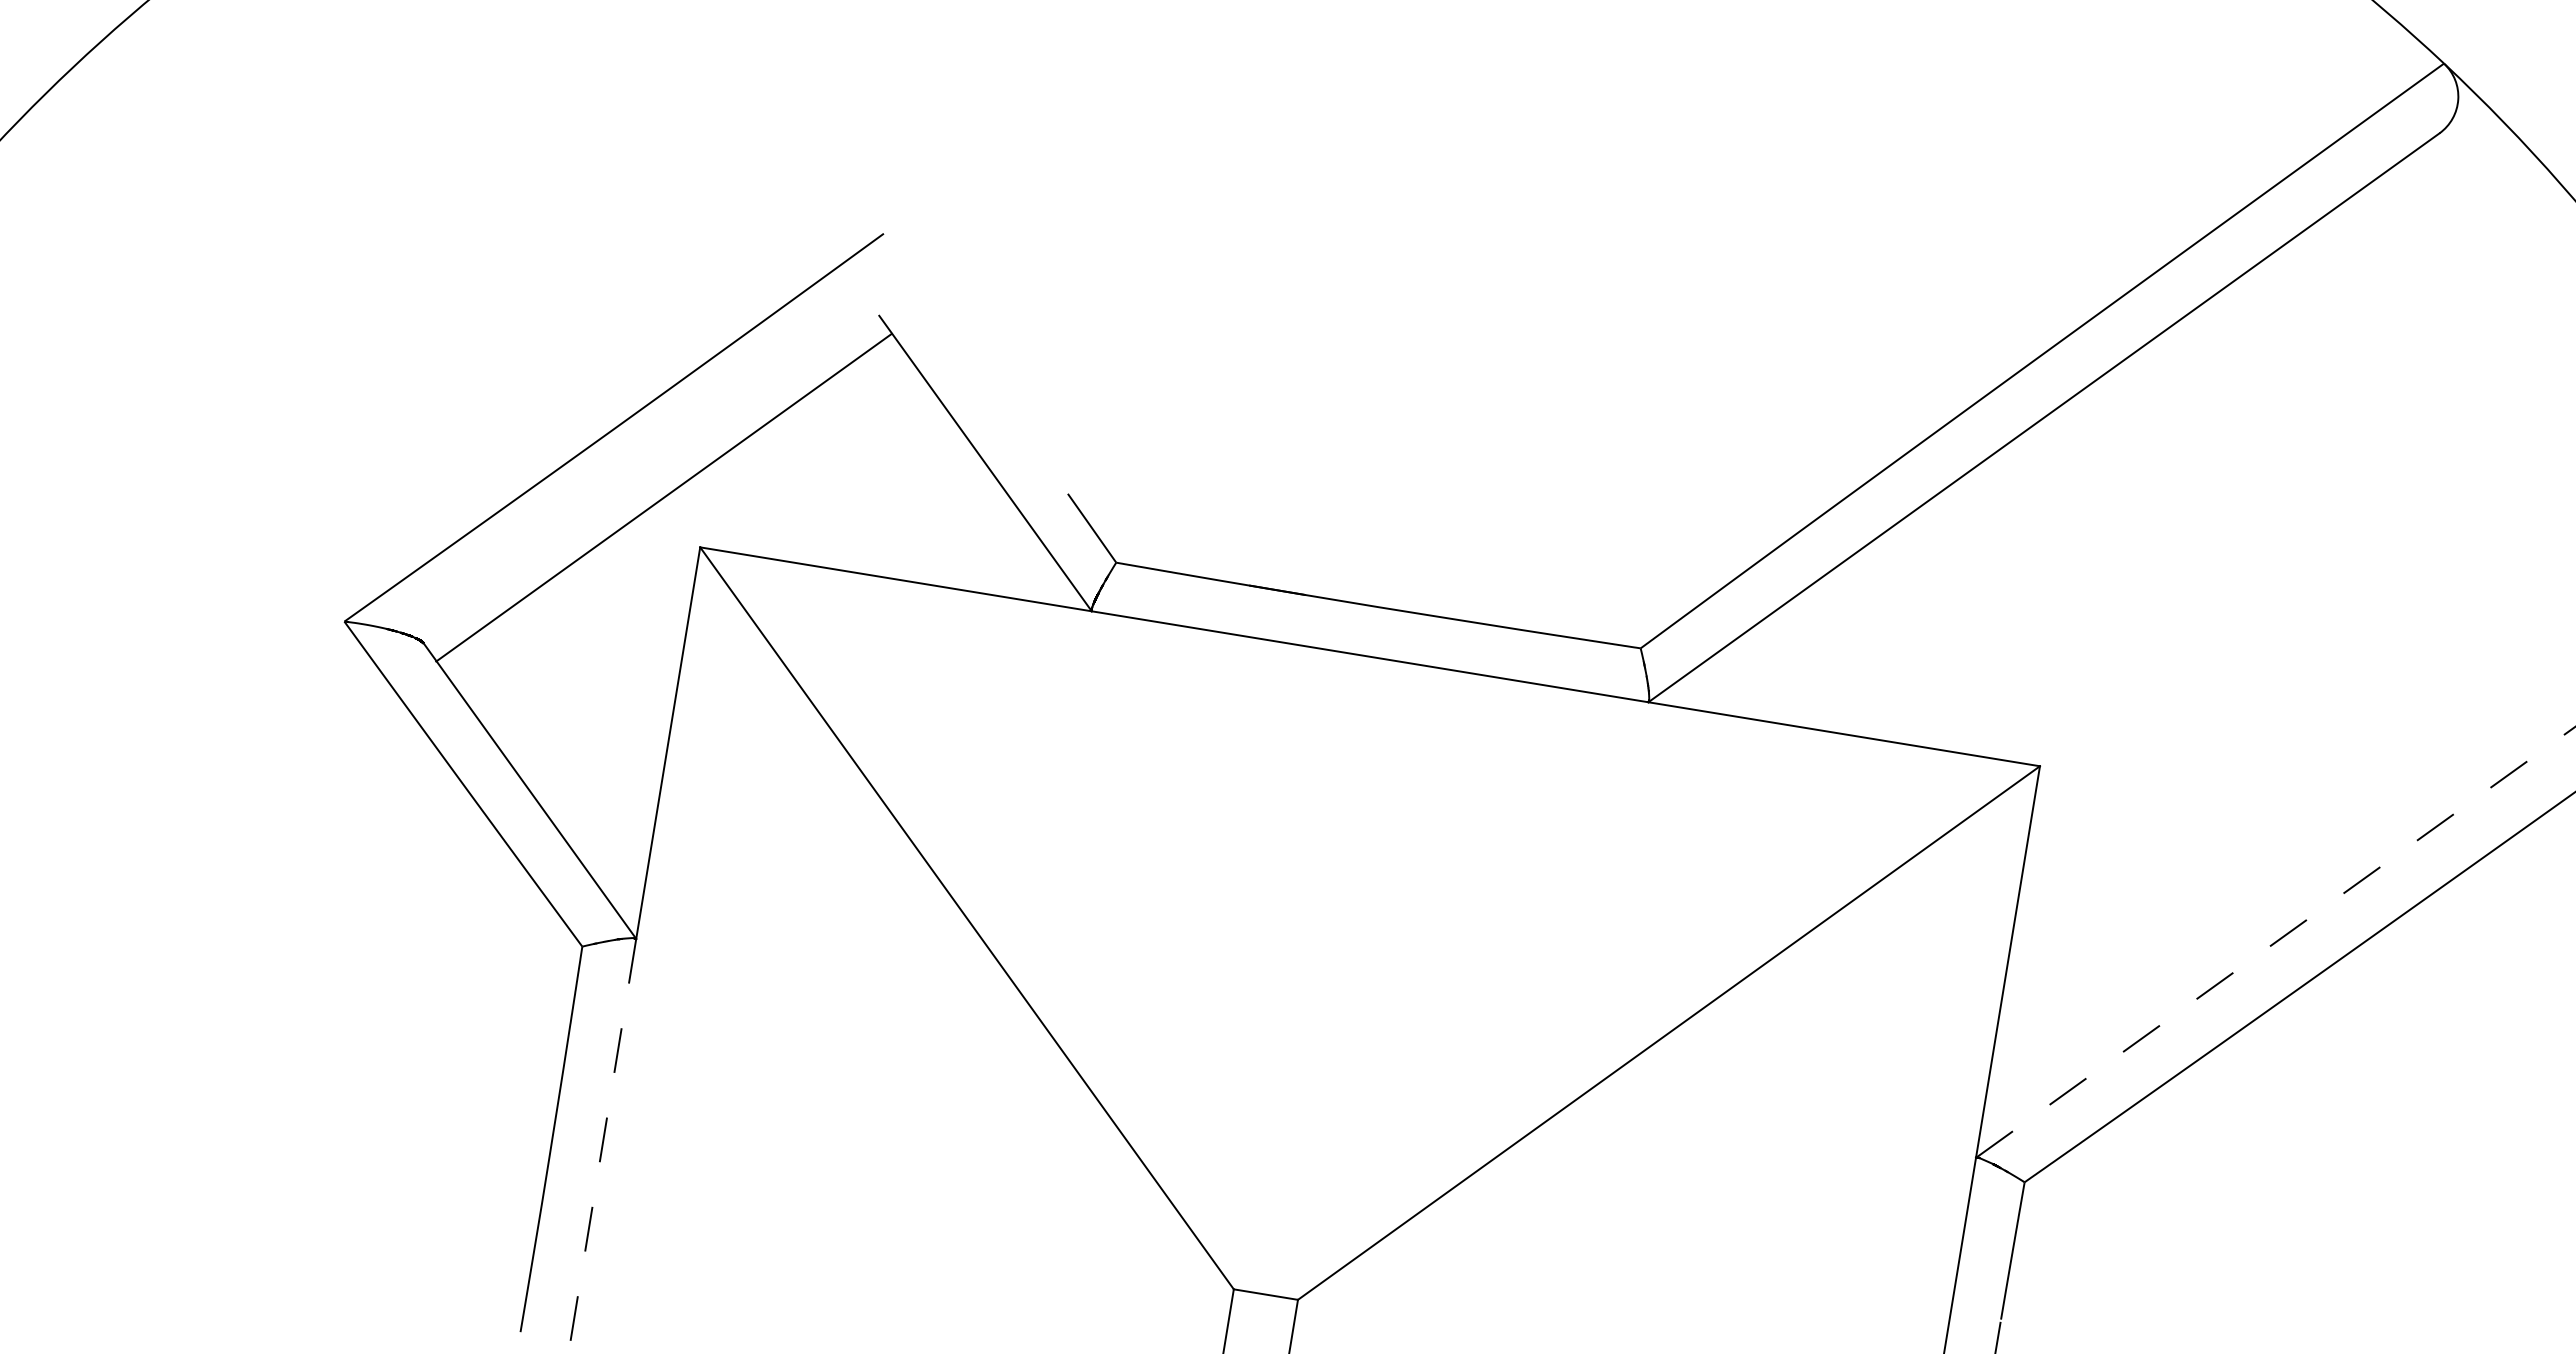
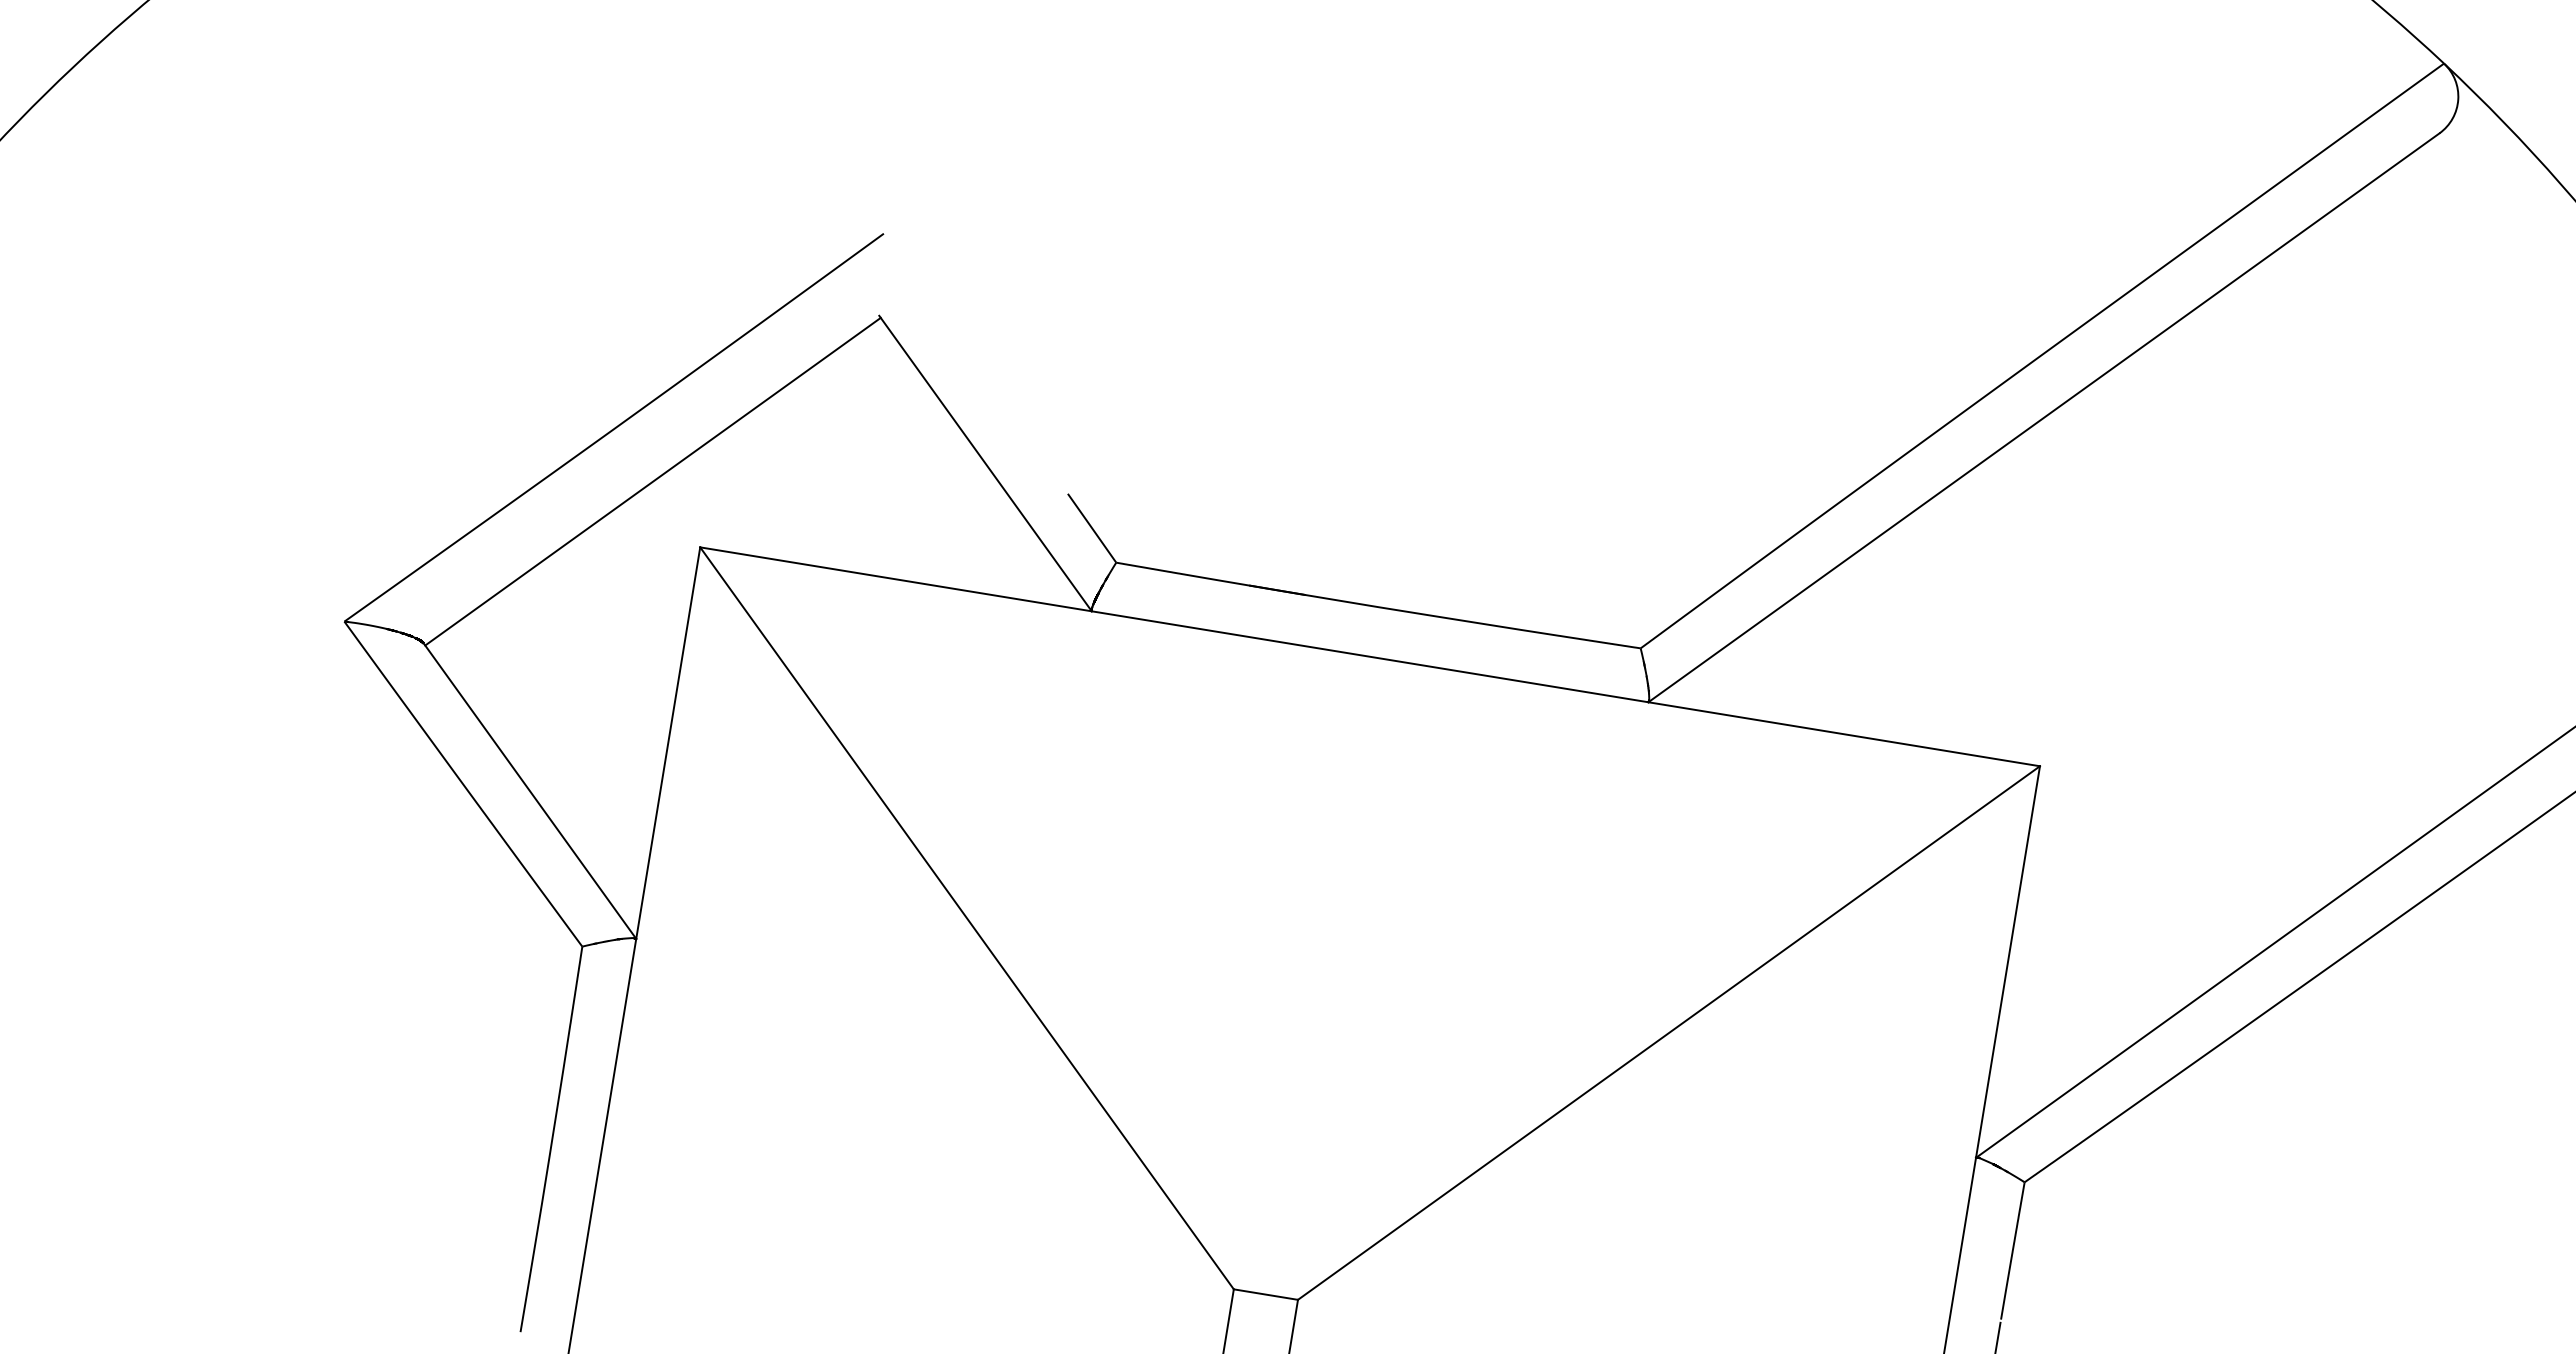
line at (663, 497) position: (663, 497) -> (652, 481)
line at (2276, 941): dashed -> solid
line at (602, 1146): dashed -> solid
